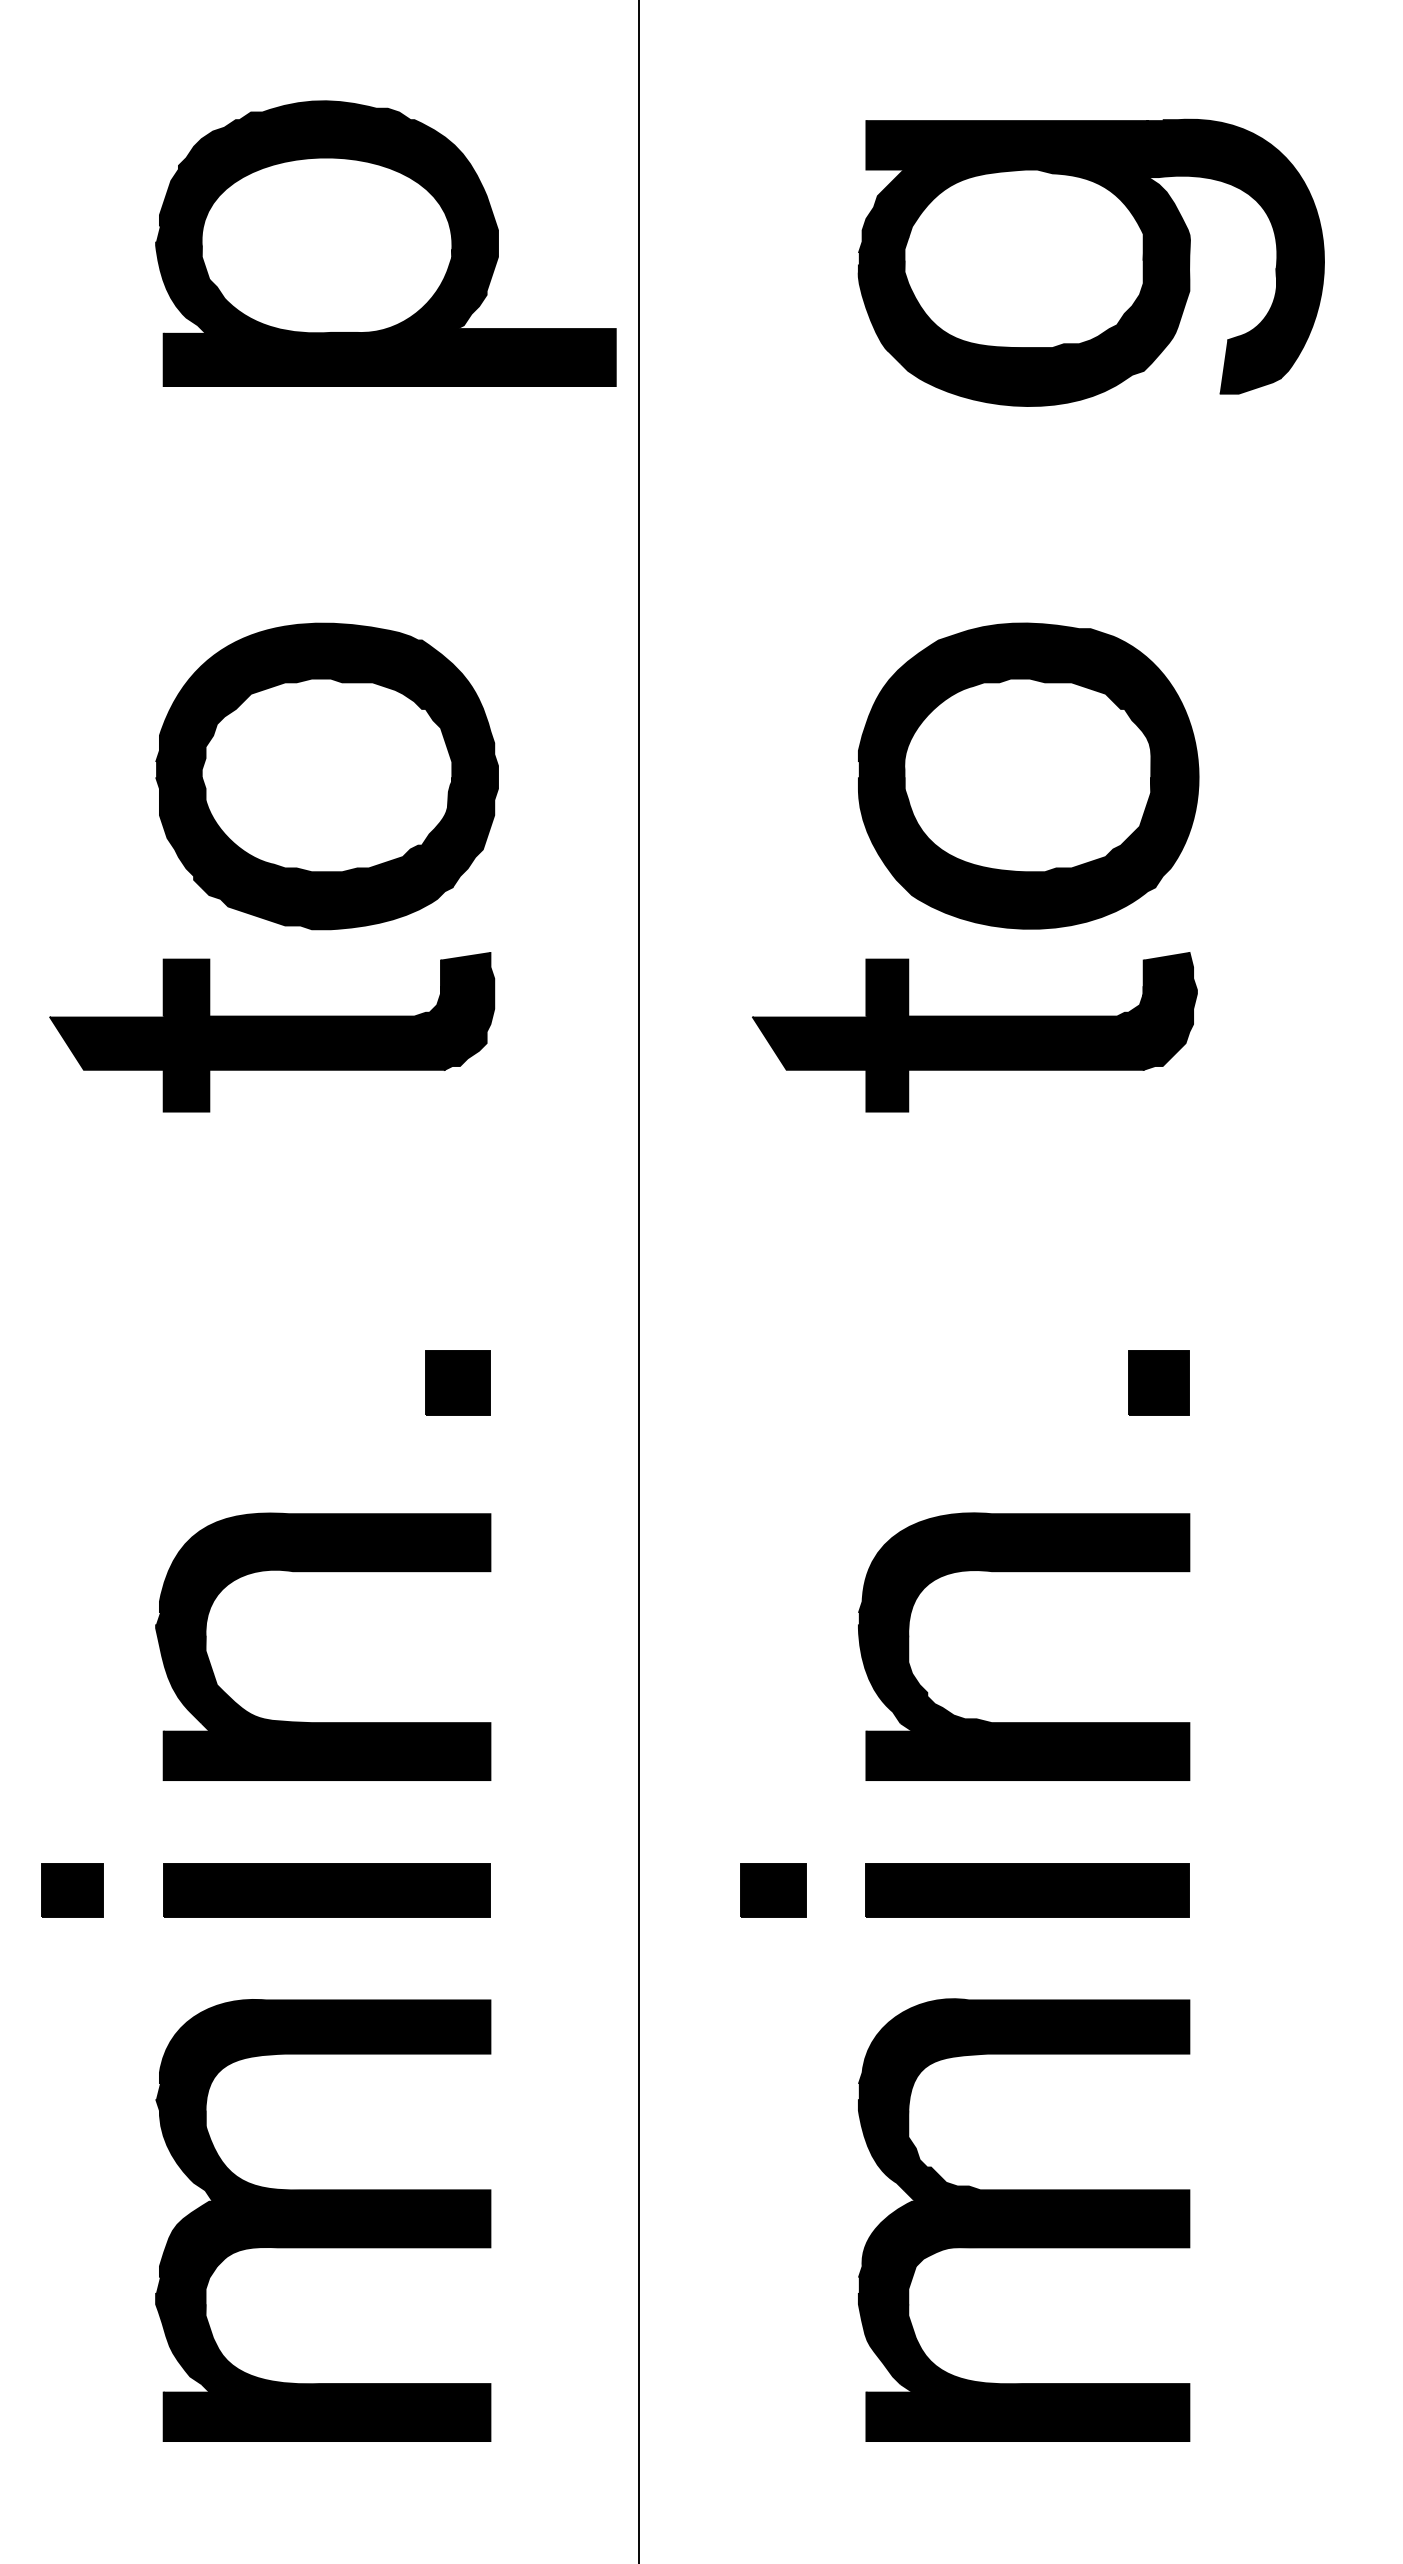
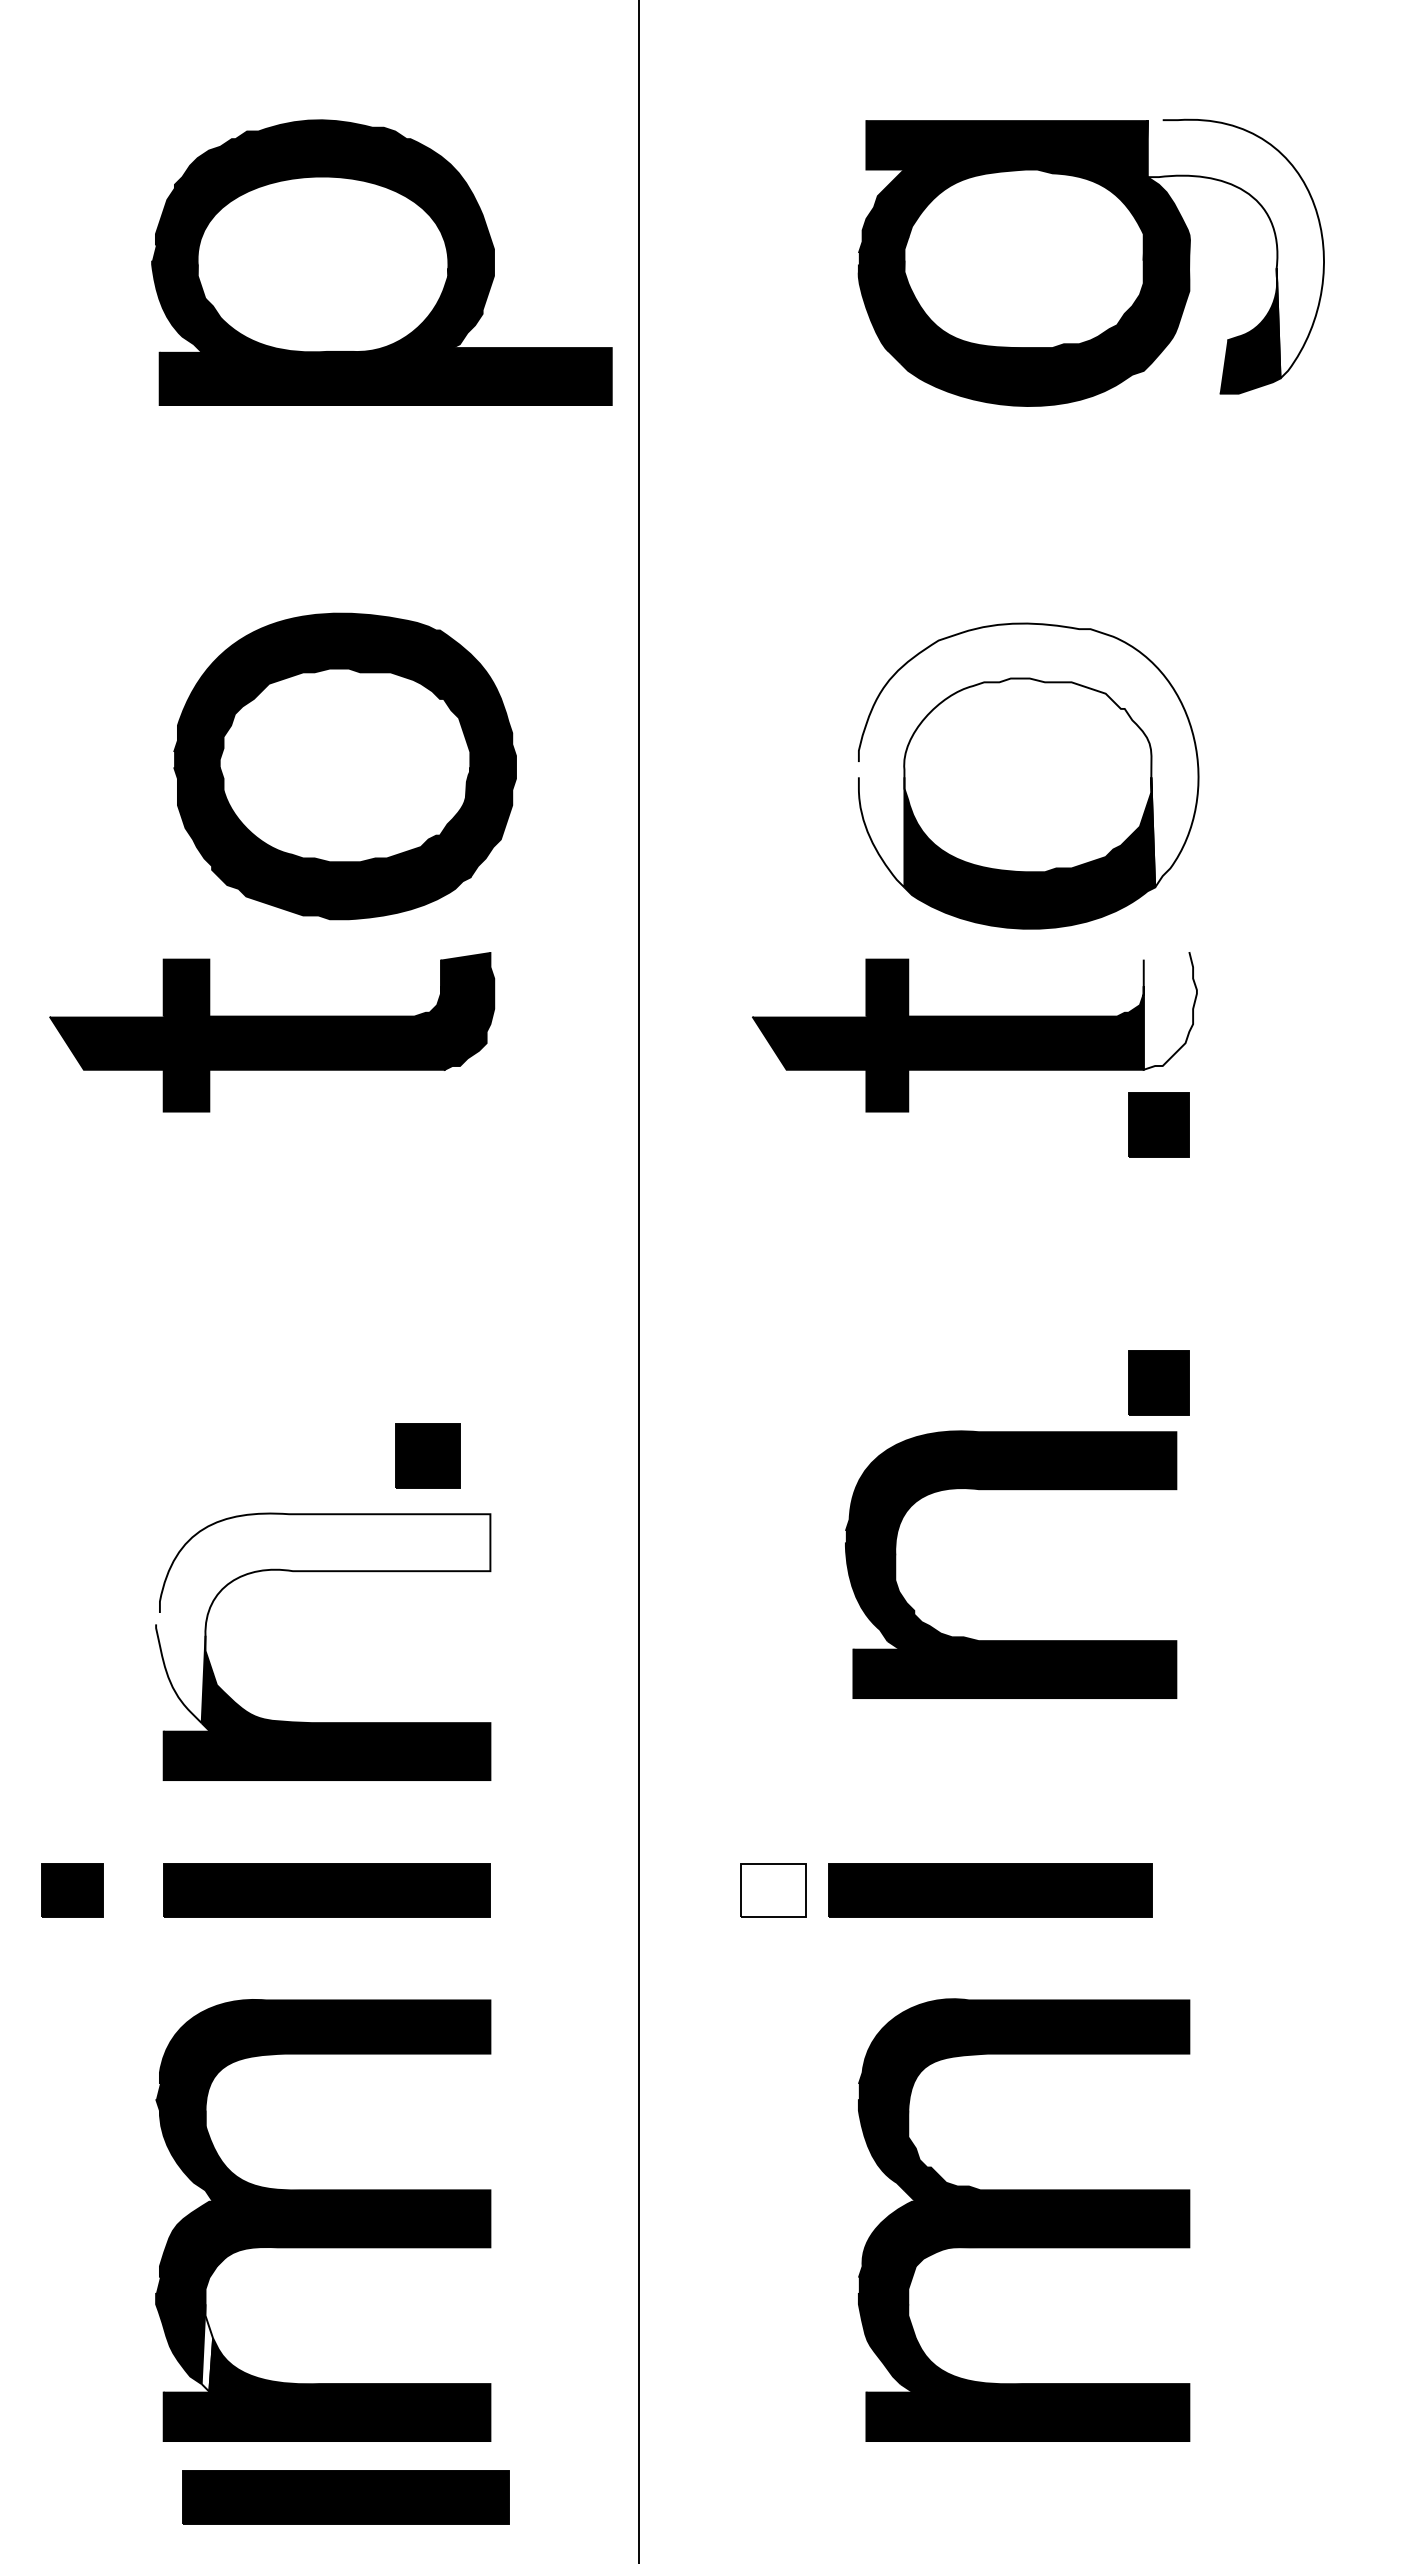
part at (385, 243) position: (385, 243) -> (381, 262)
fill at (1235, 248): present -> none
fill at (1028, 755): present -> none
part at (326, 776) position: (326, 776) -> (344, 766)
fill at (1169, 1010): present -> none
part at (1158, 1124): none -> present
part at (457, 1382) position: (457, 1382) -> (427, 1455)
part at (1024, 1572) position: (1024, 1572) -> (1011, 1490)
fill at (323, 1618): present -> none
fill at (773, 1889): present -> none
part at (1027, 1890) position: (1027, 1890) -> (990, 1890)
fill at (207, 2347): present -> none
part at (345, 2497): none -> present
